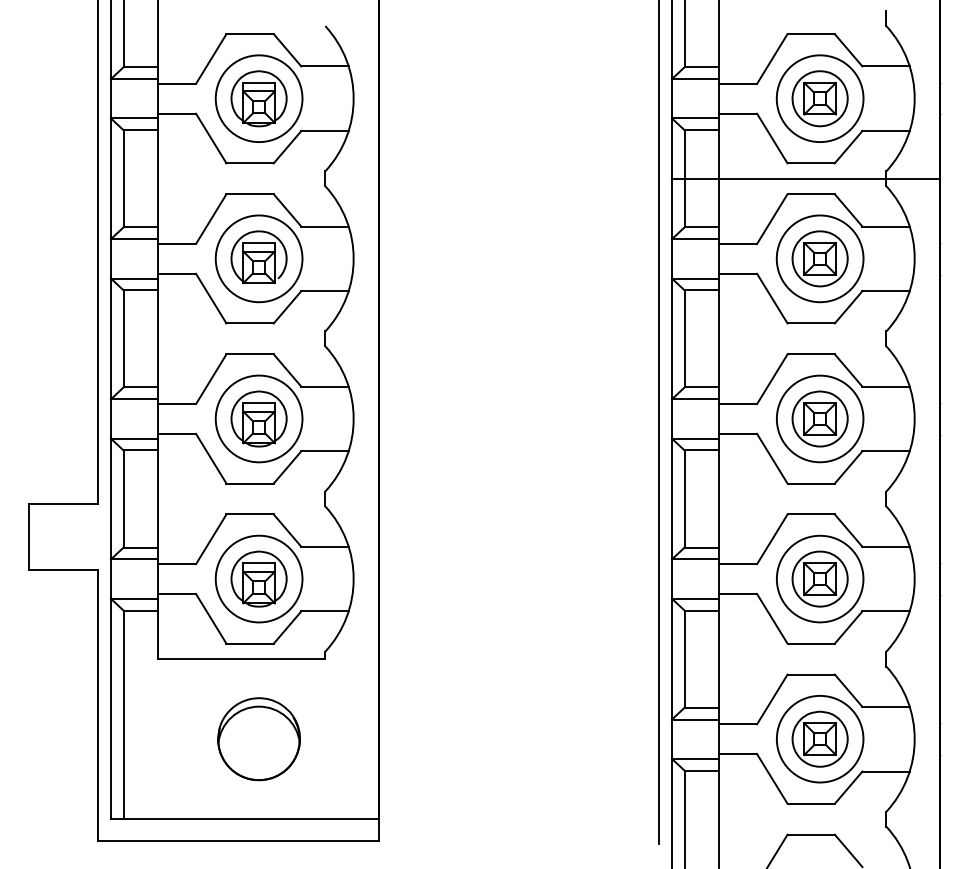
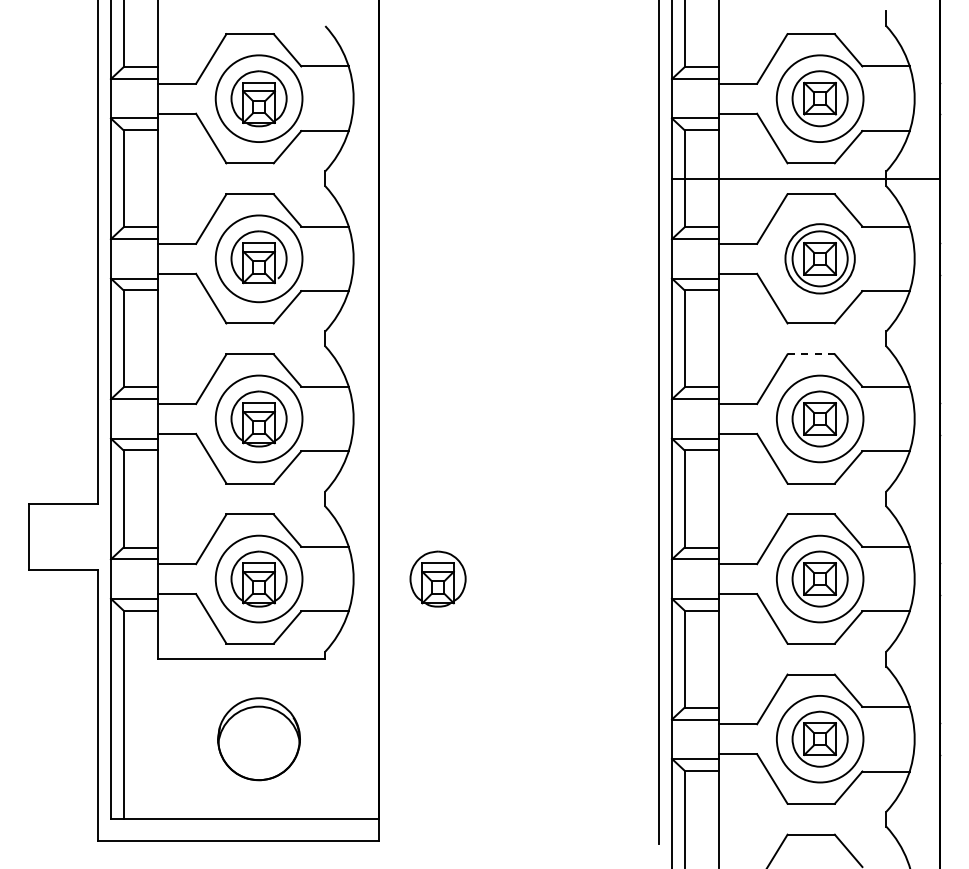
circle at (819, 258) diameter: 87 px -> 69 px
line at (811, 354): solid -> dashed
part at (437, 578): none -> present
